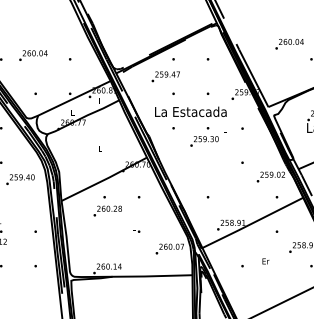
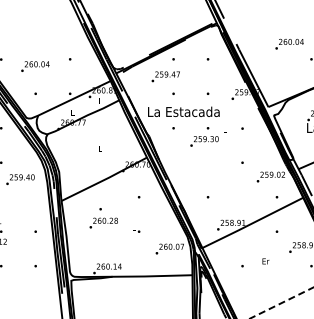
text at (33, 55) position: (33, 55) -> (35, 66)
text at (190, 111) position: (190, 111) -> (183, 111)
text at (107, 206) position: (107, 206) -> (103, 218)
line at (282, 302): solid -> dashed
